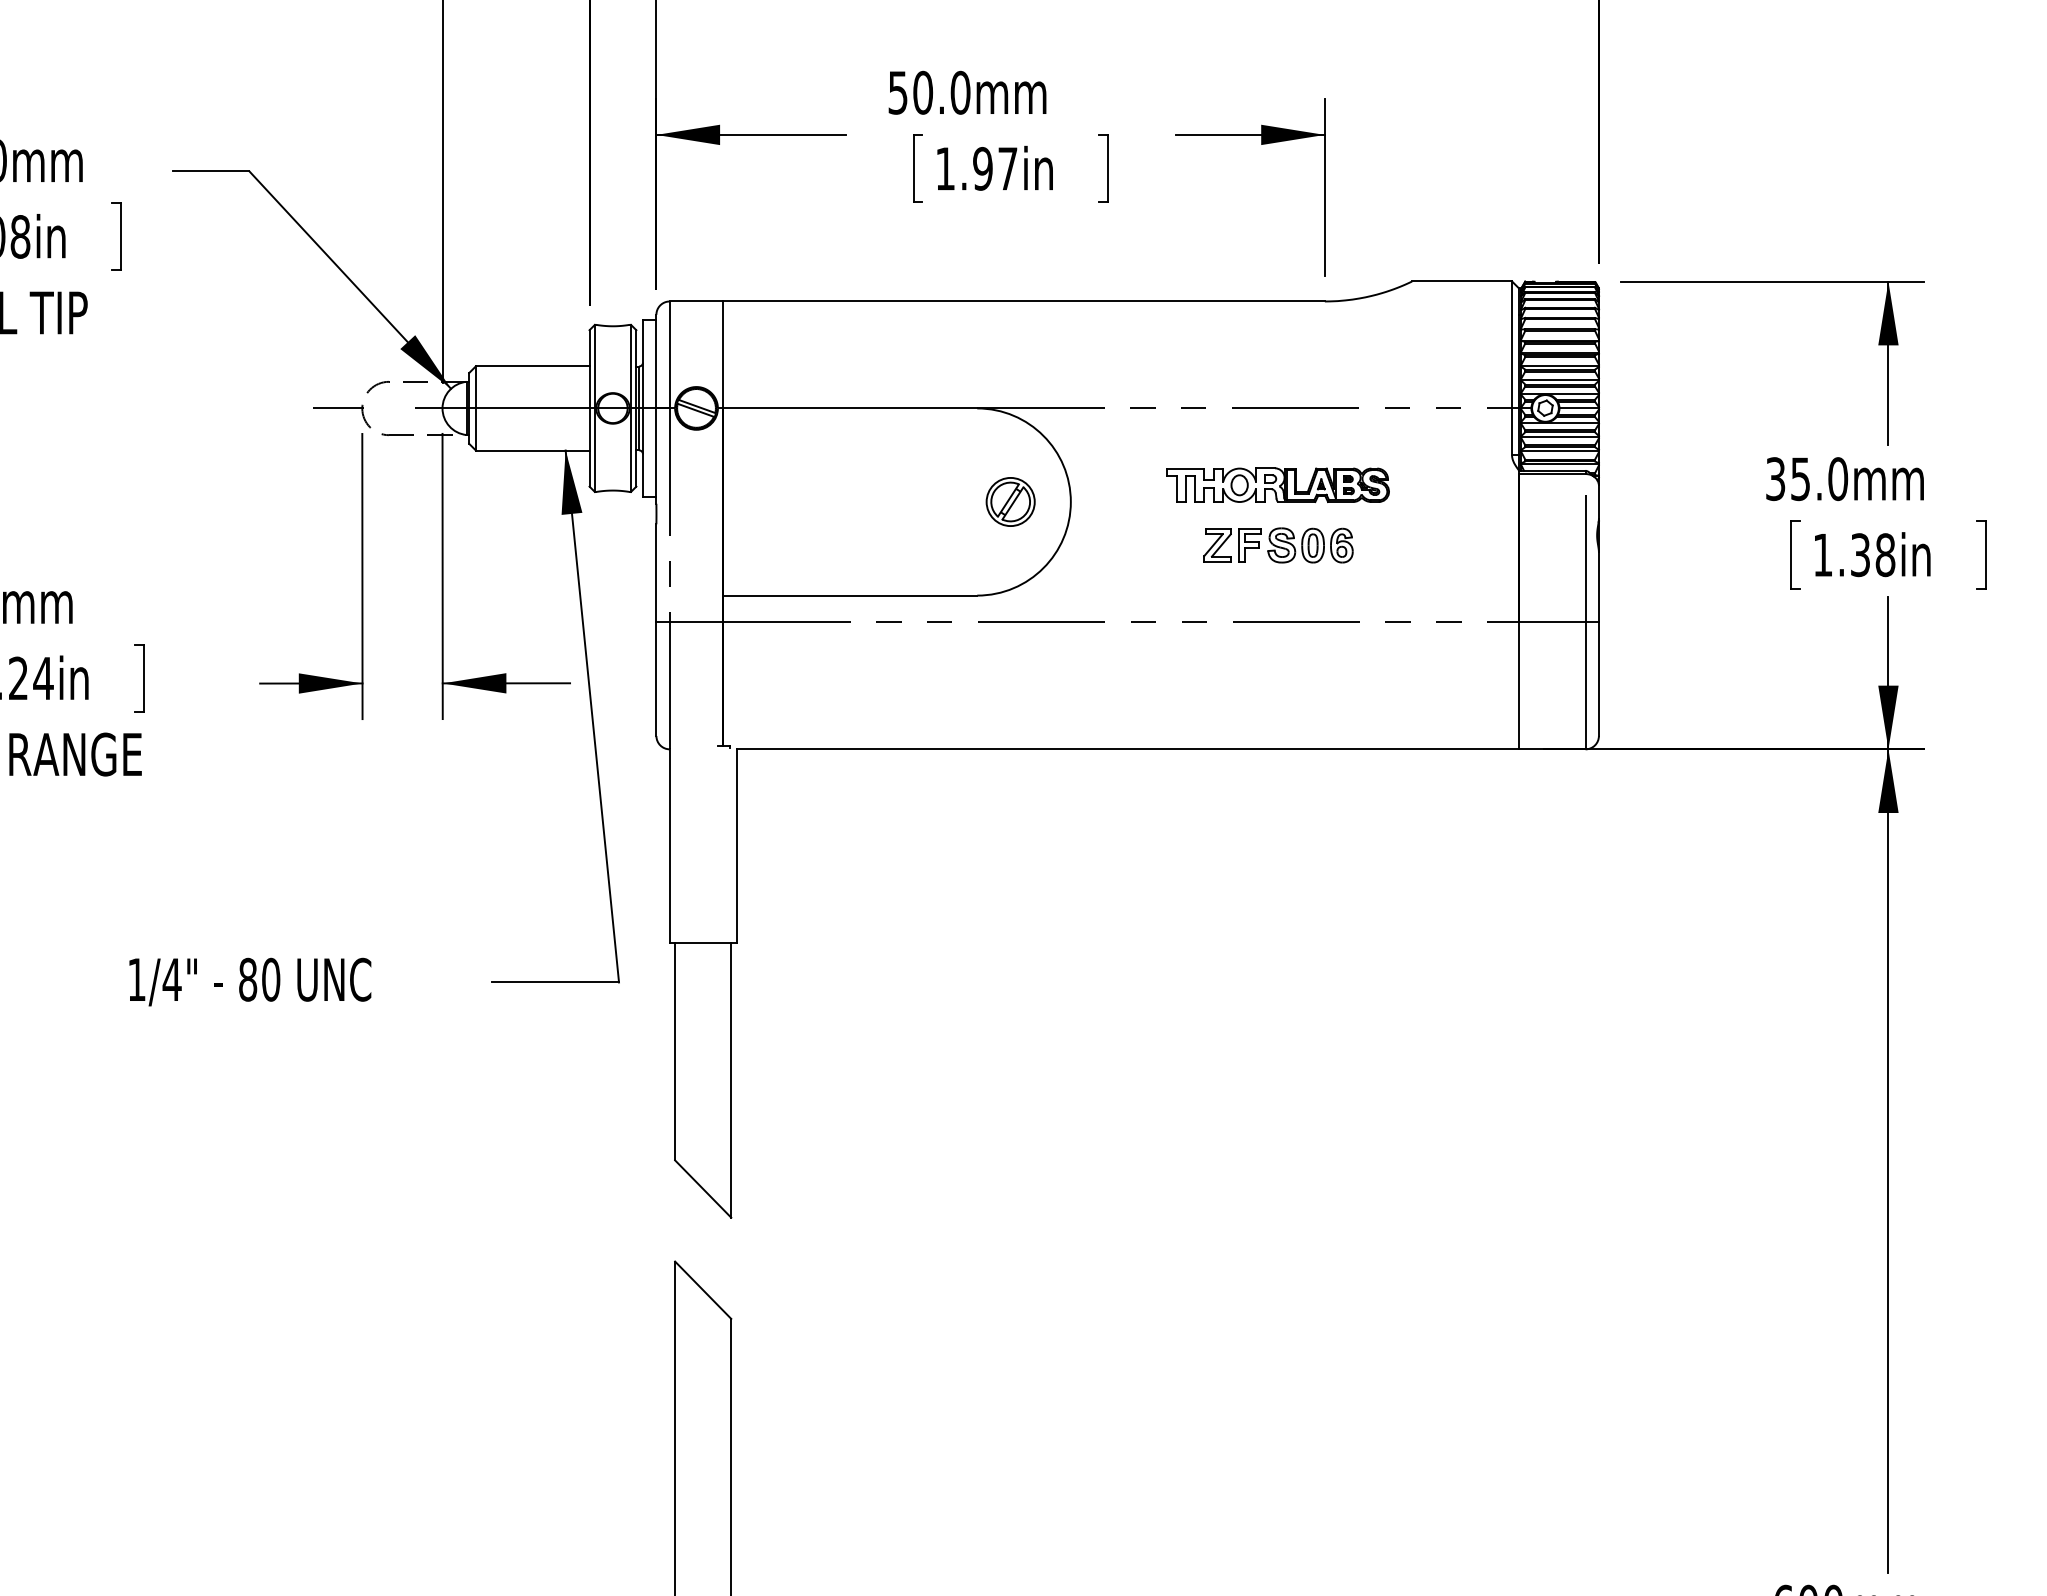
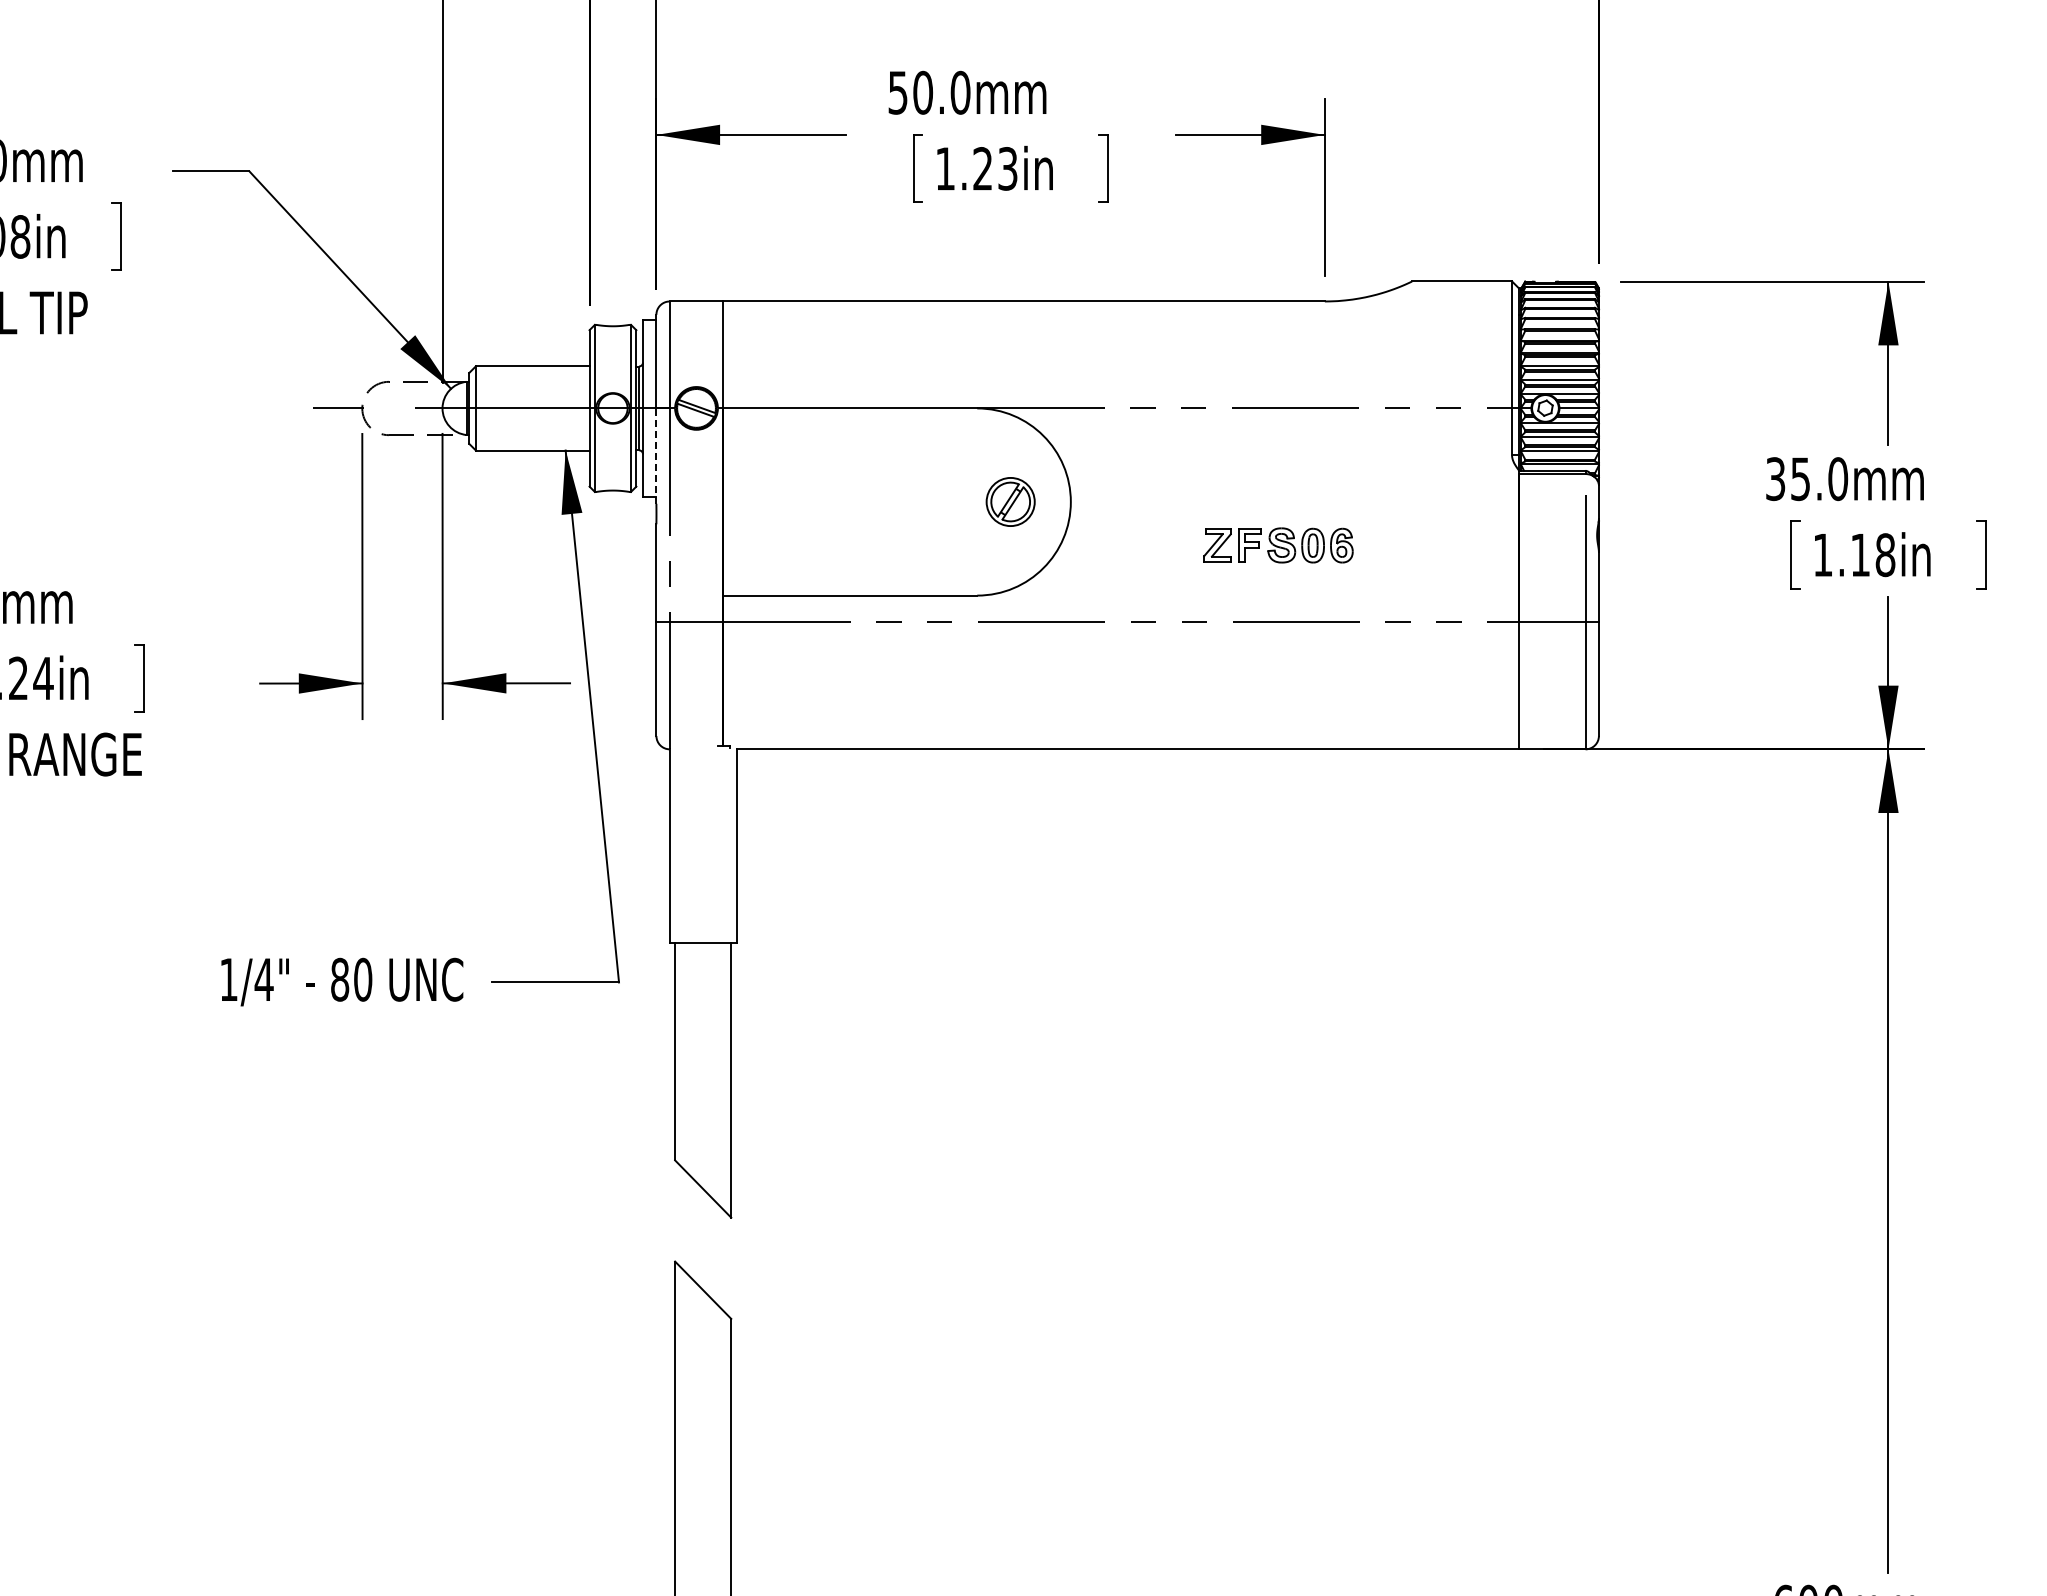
text at (995, 168): 1.97in -> 1.23in
line at (656, 456): solid -> dashed
part at (1277, 484): present -> none
text at (1860, 555): 1.38in -> 1.18in
text at (250, 981) position: (250, 981) -> (342, 981)
